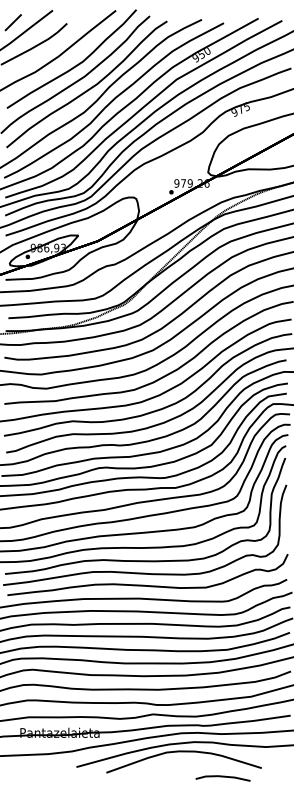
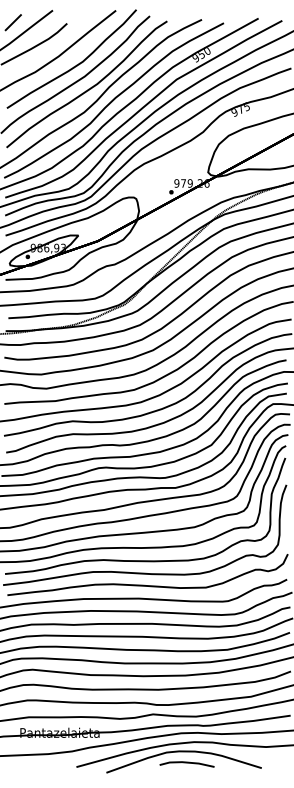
part at (222, 778) position: (222, 778) -> (186, 764)
